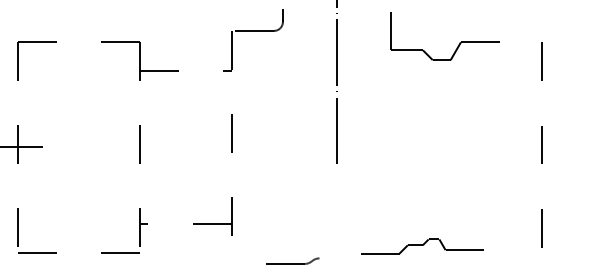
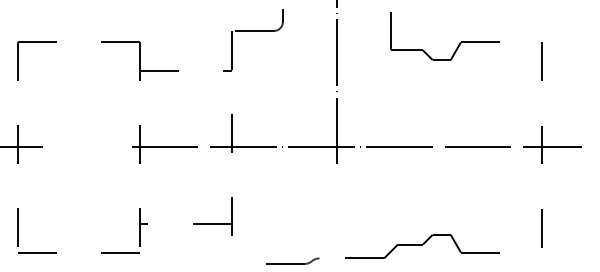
line at (356, 147): none -> present
part at (422, 246) size: 105x17 px -> 155x25 px
